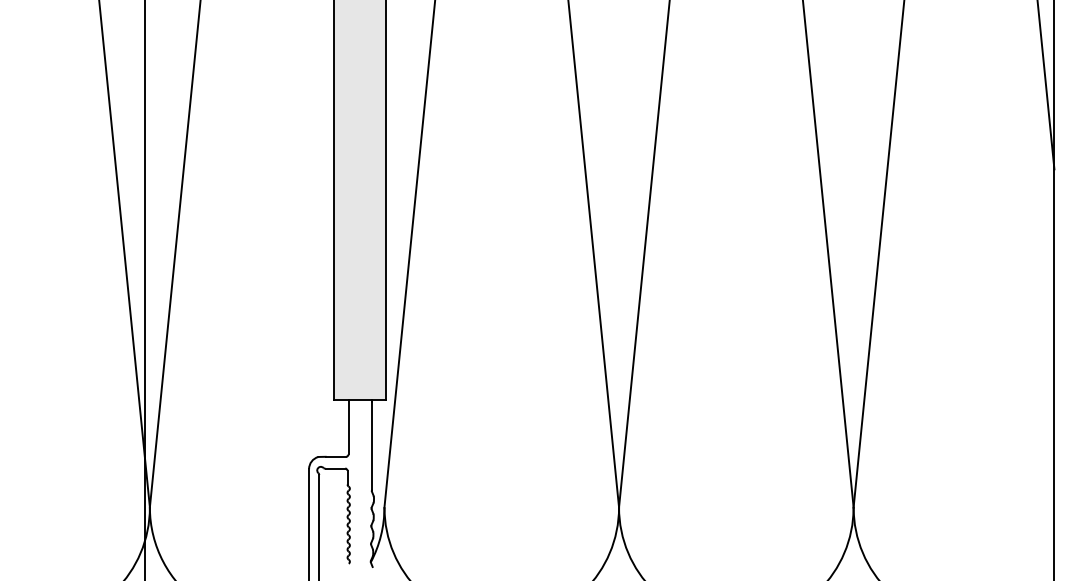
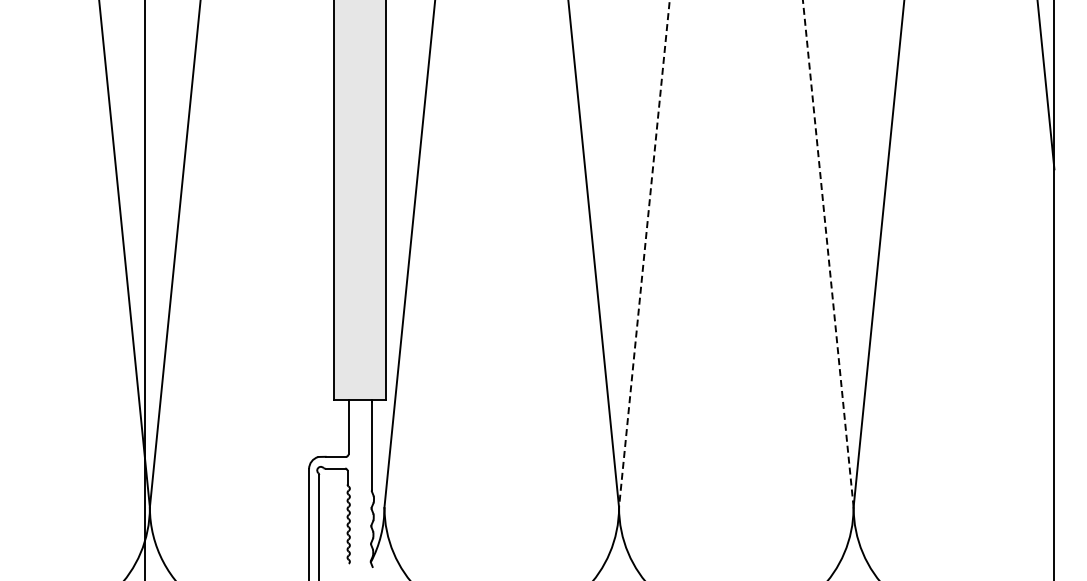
line at (644, 253): solid -> dashed
line at (828, 253): solid -> dashed
